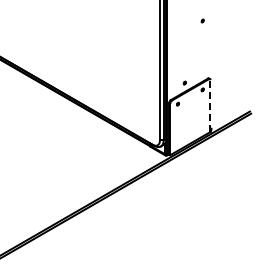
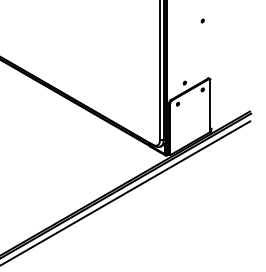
line at (210, 106): dashed -> solid
line at (126, 192): none -> present
